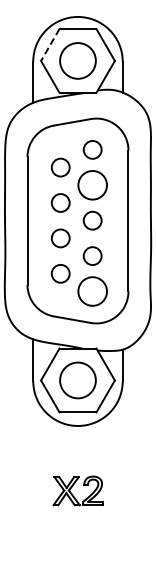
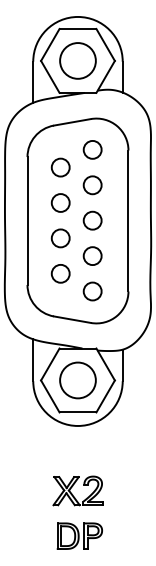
line at (50, 45): dashed -> solid
circle at (92, 184) diameter: 29 px -> 18 px
circle at (92, 291) diameter: 29 px -> 18 px
part at (79, 535): none -> present
